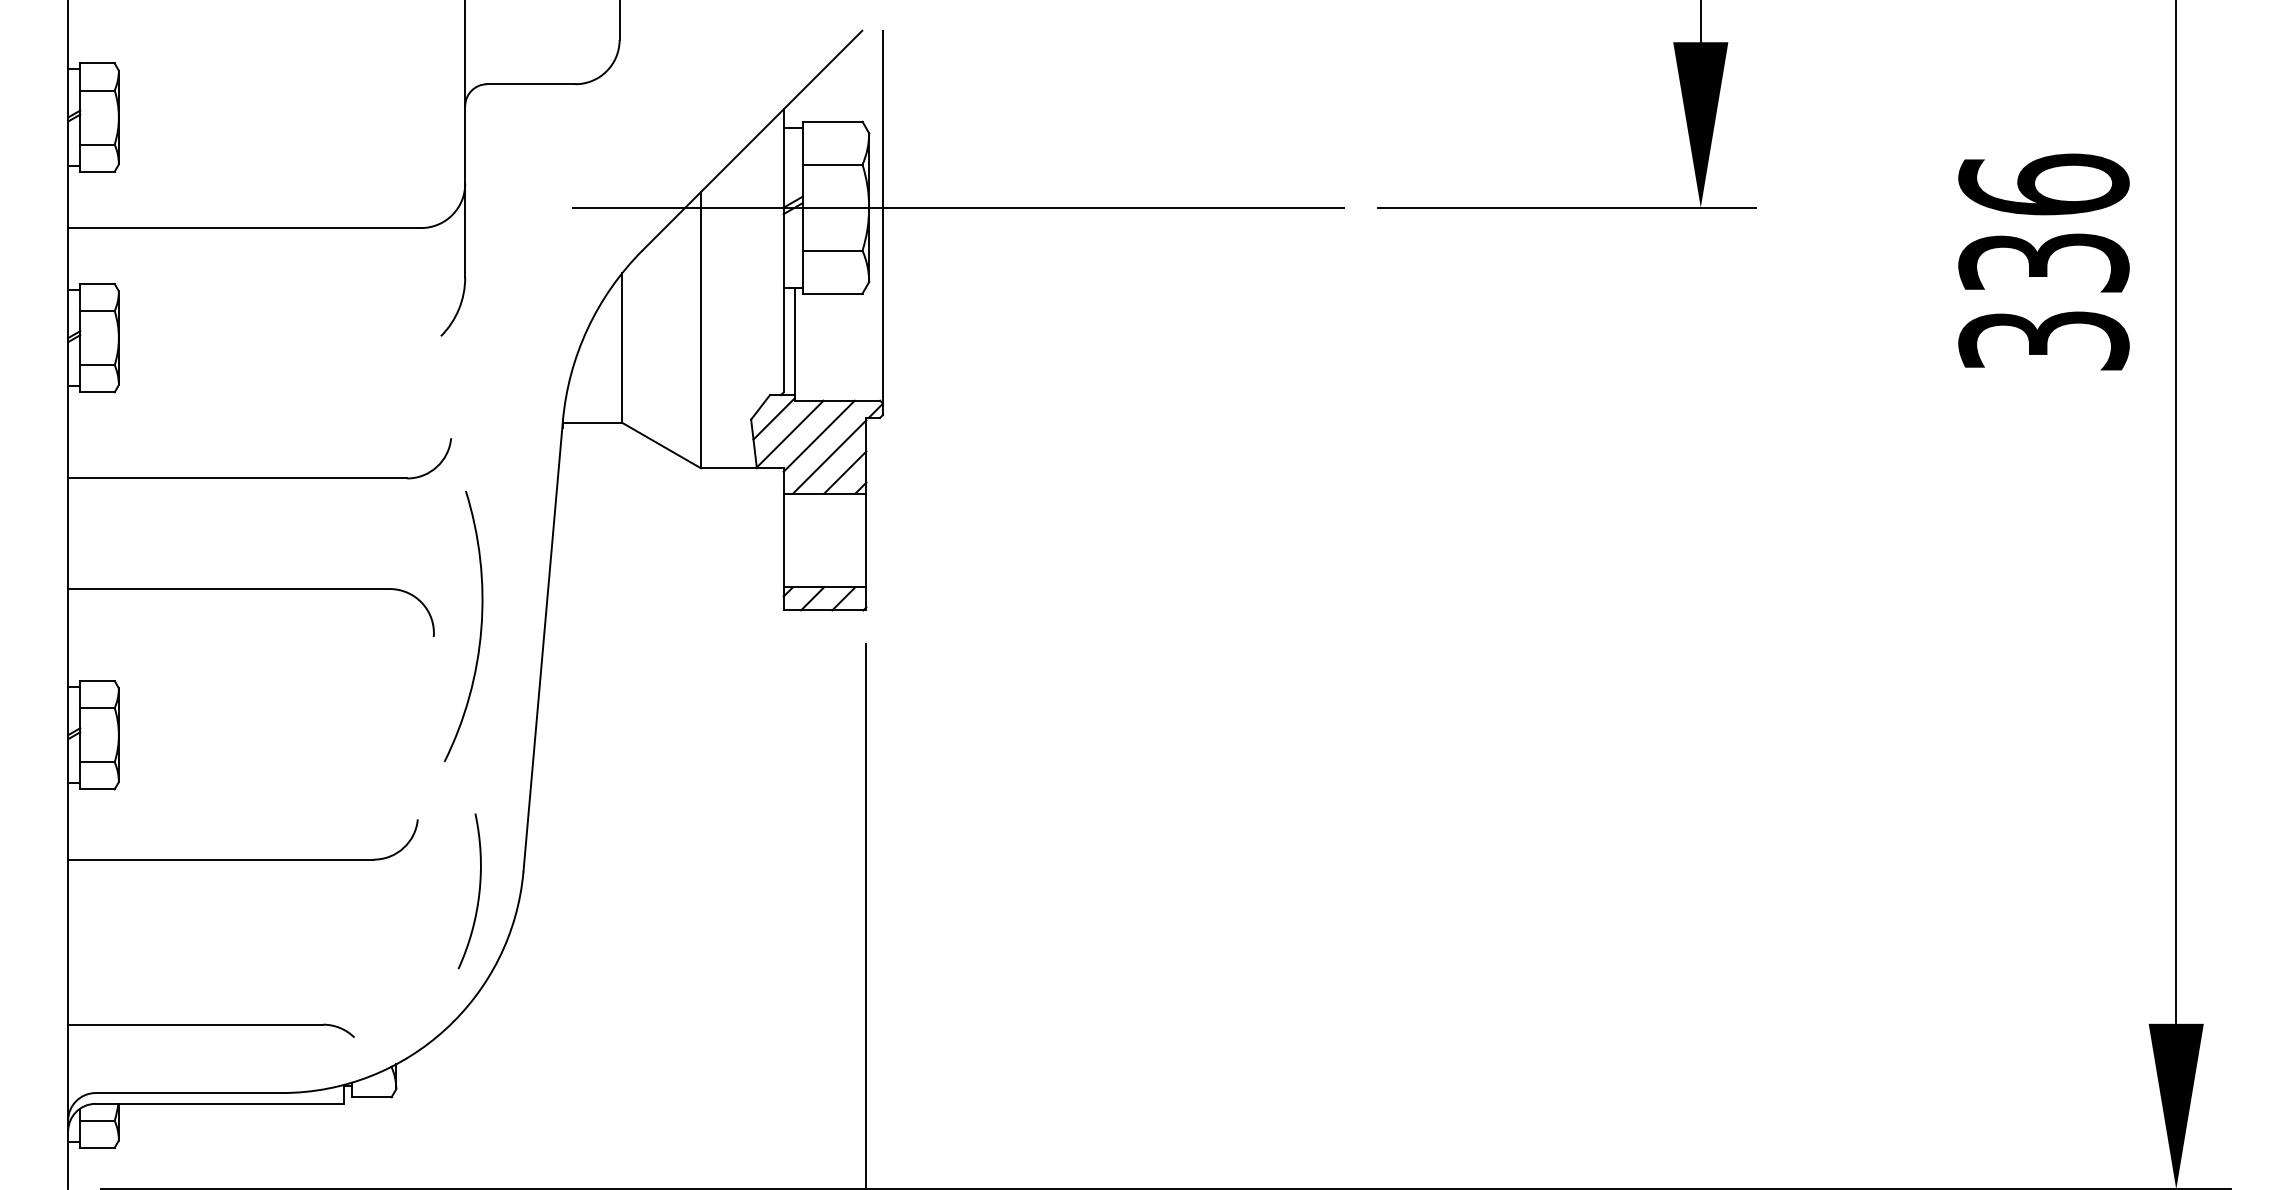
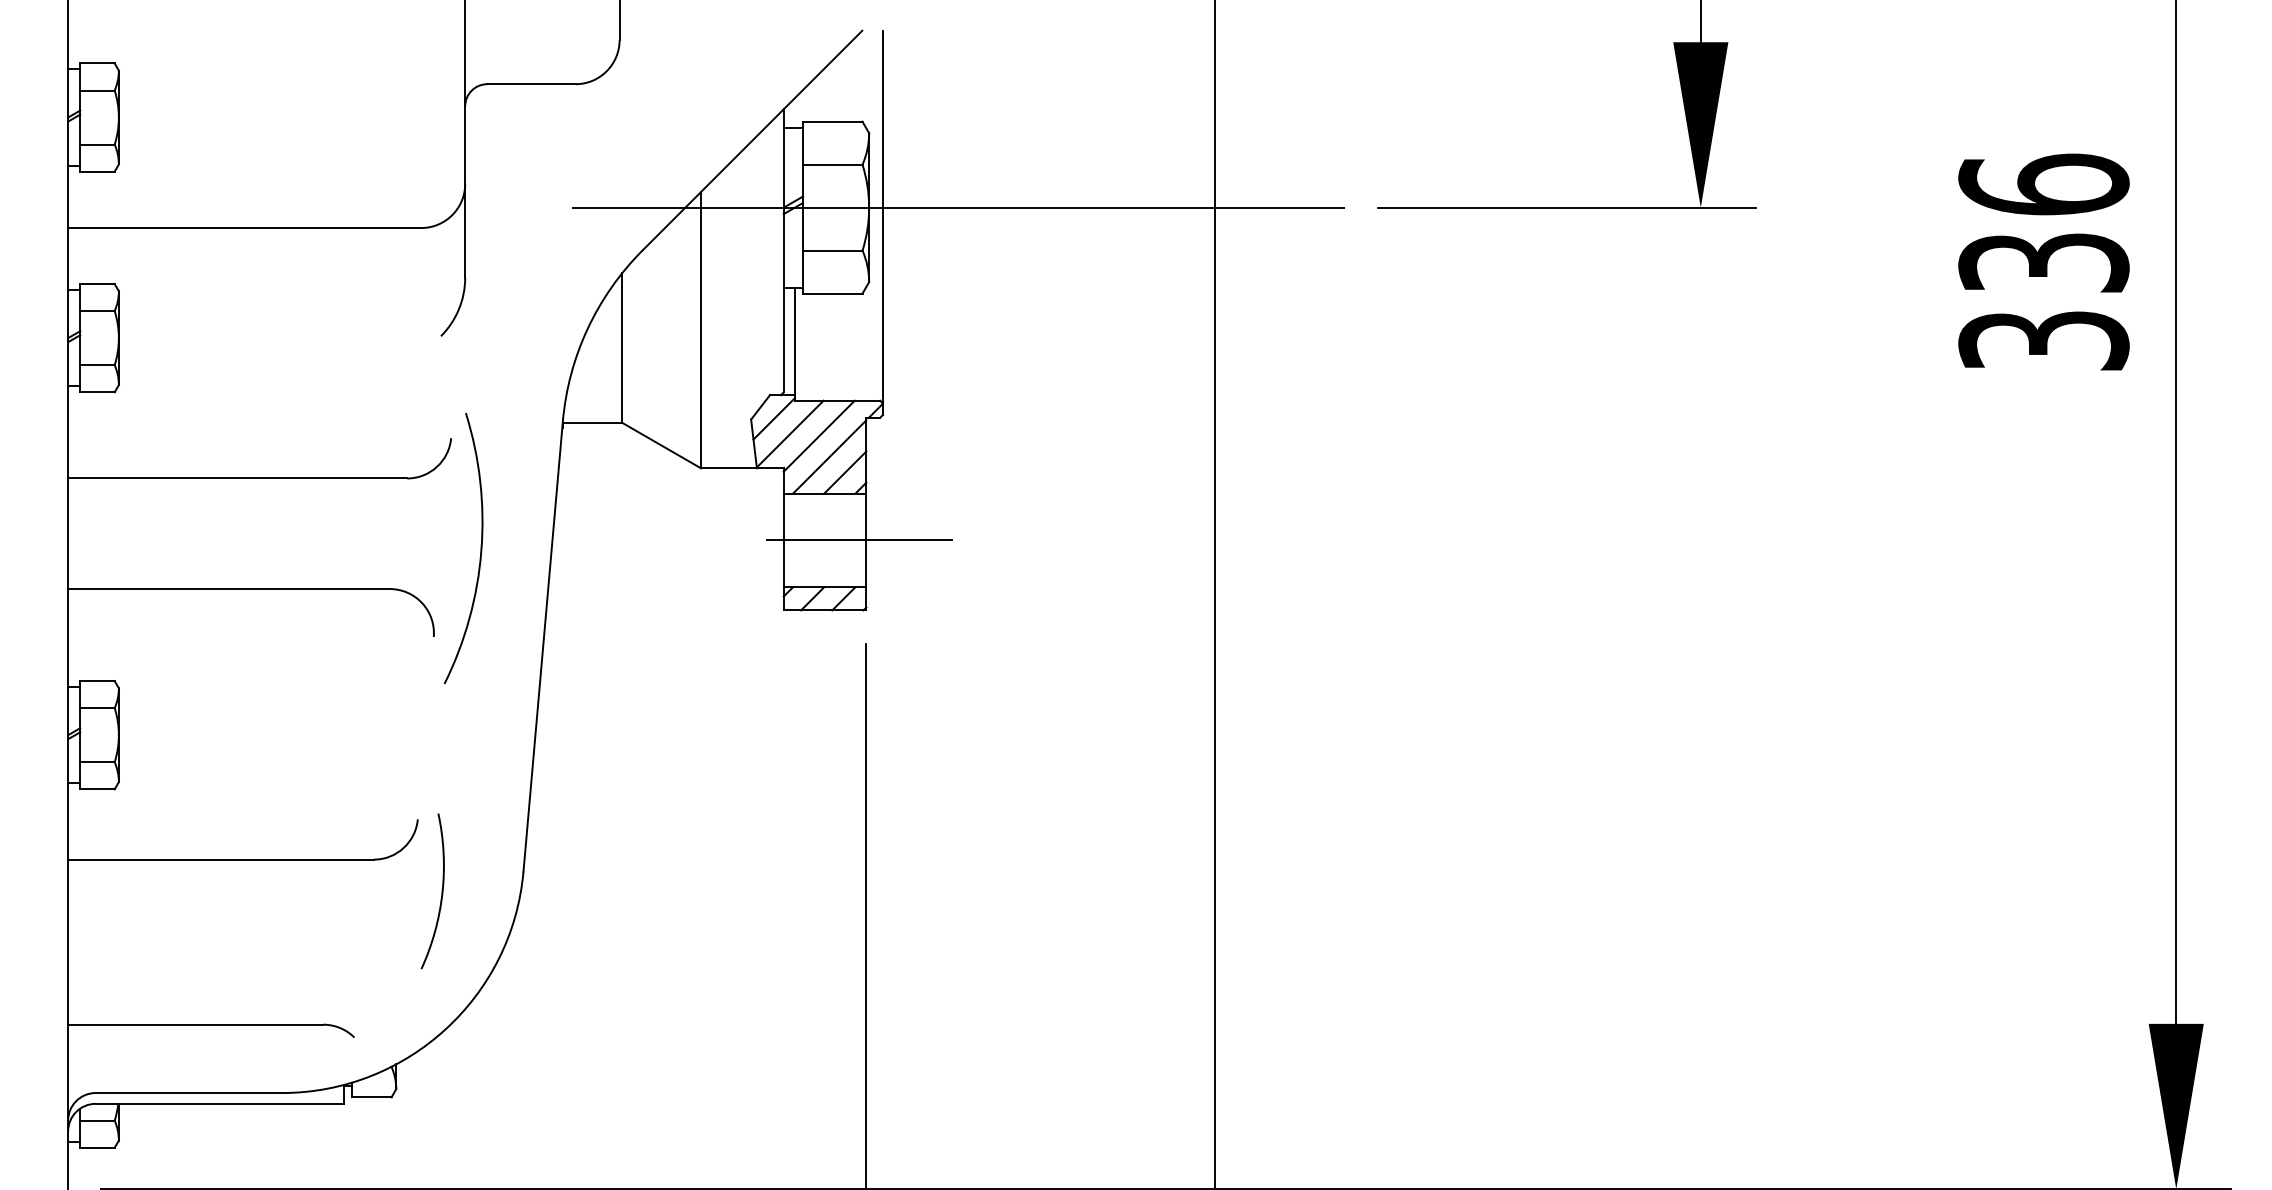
line at (859, 540): none -> present
line at (1215, 594): none -> present
arc at (480, 626) position: (480, 626) -> (480, 548)
arc at (478, 891) position: (478, 891) -> (441, 891)
